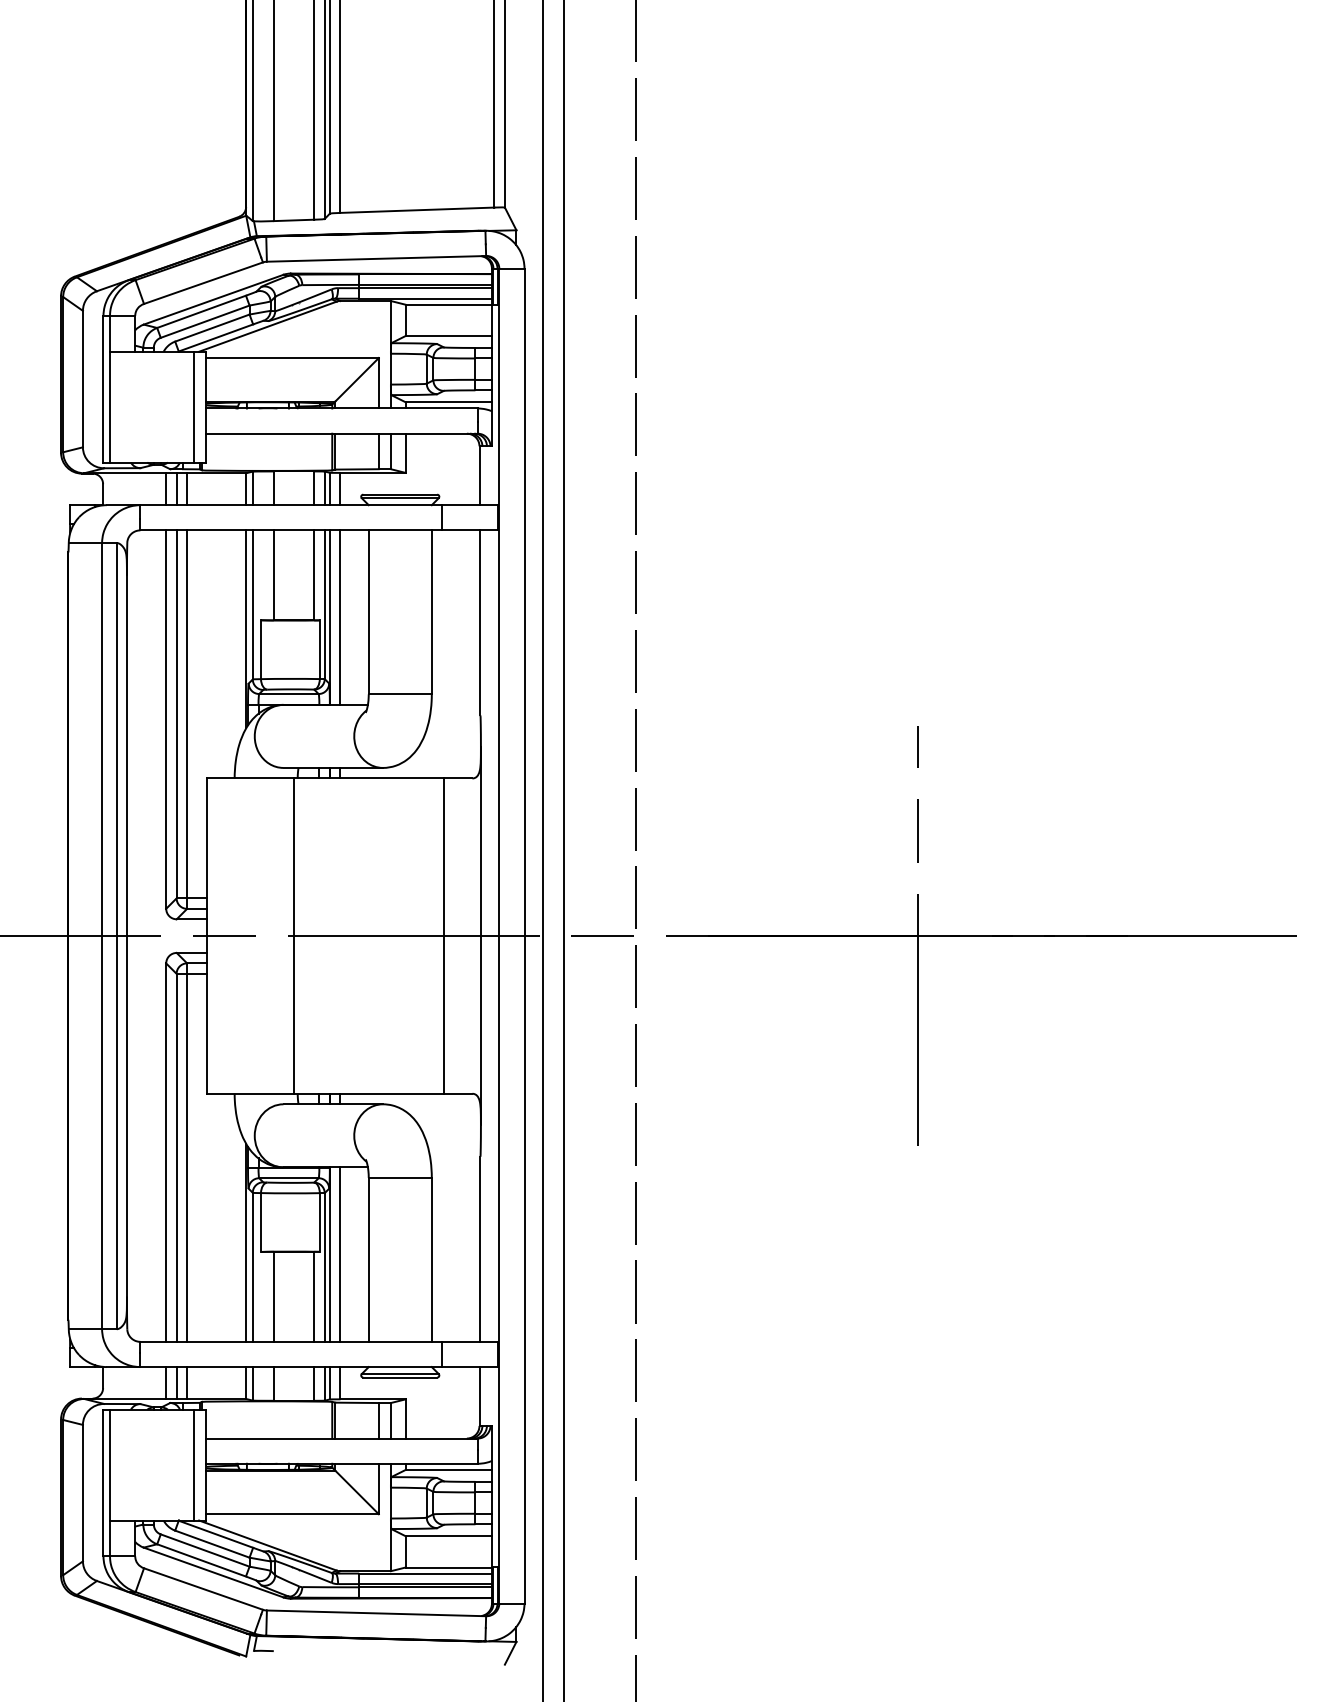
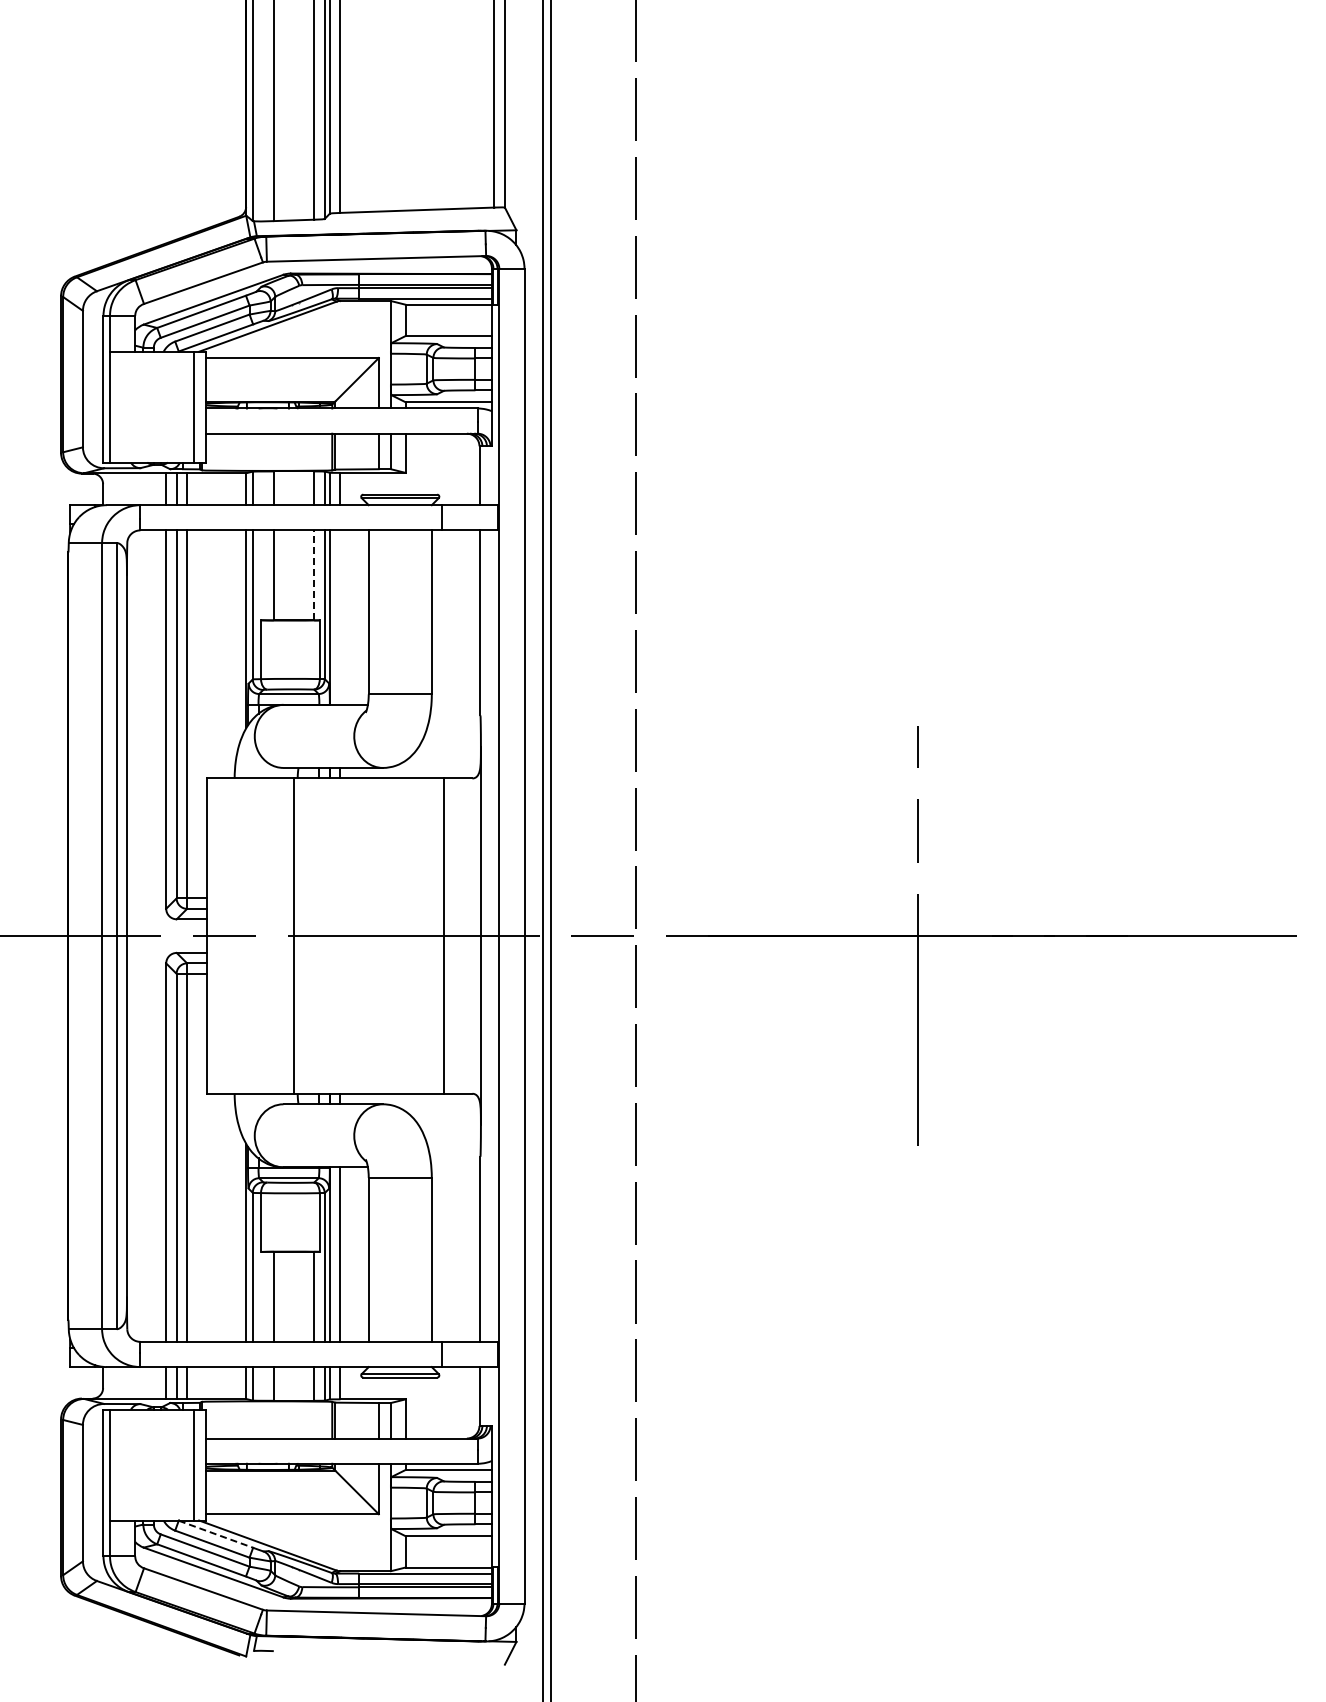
line at (314, 574): solid -> dashed
line at (340, 617): present -> none
line at (563, 850) position: (563, 850) -> (550, 850)
line at (215, 1534): solid -> dashed
